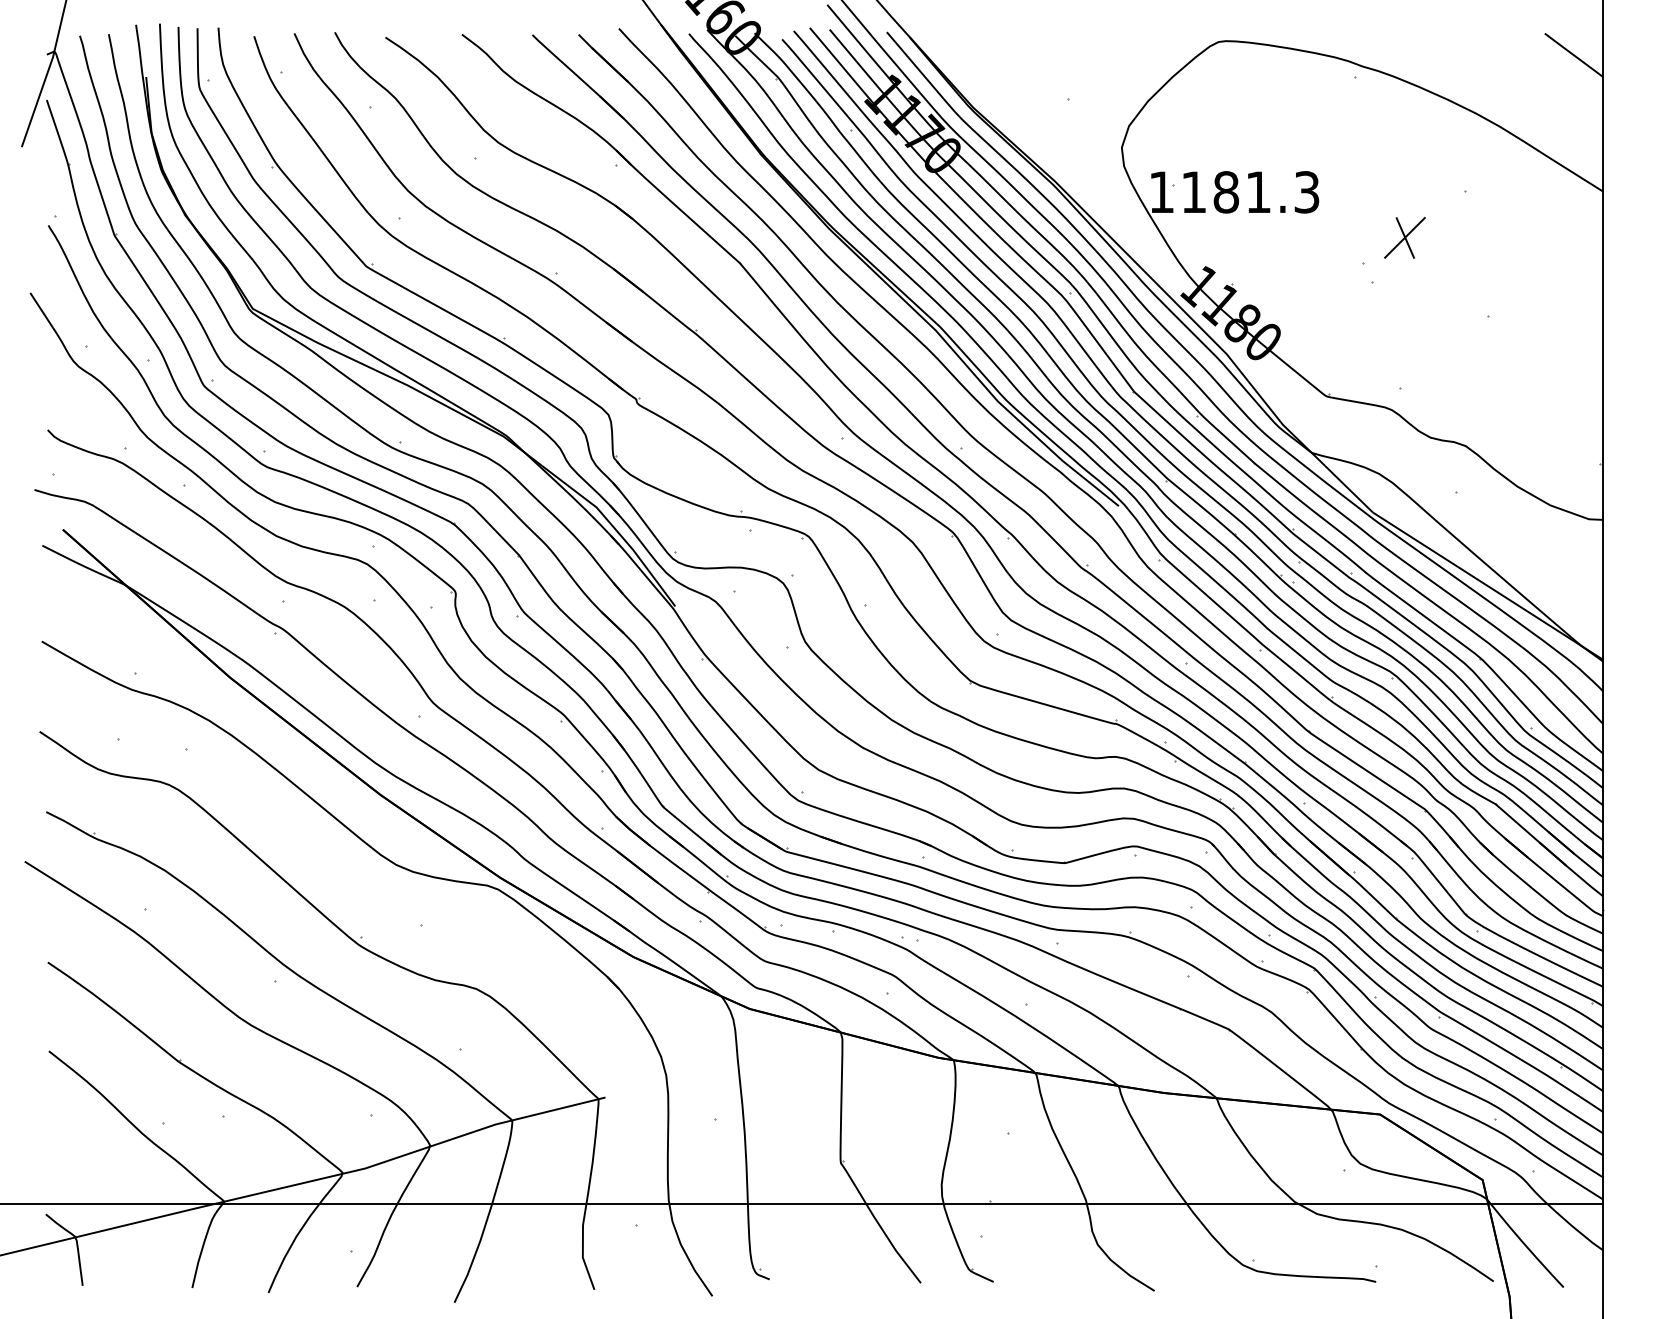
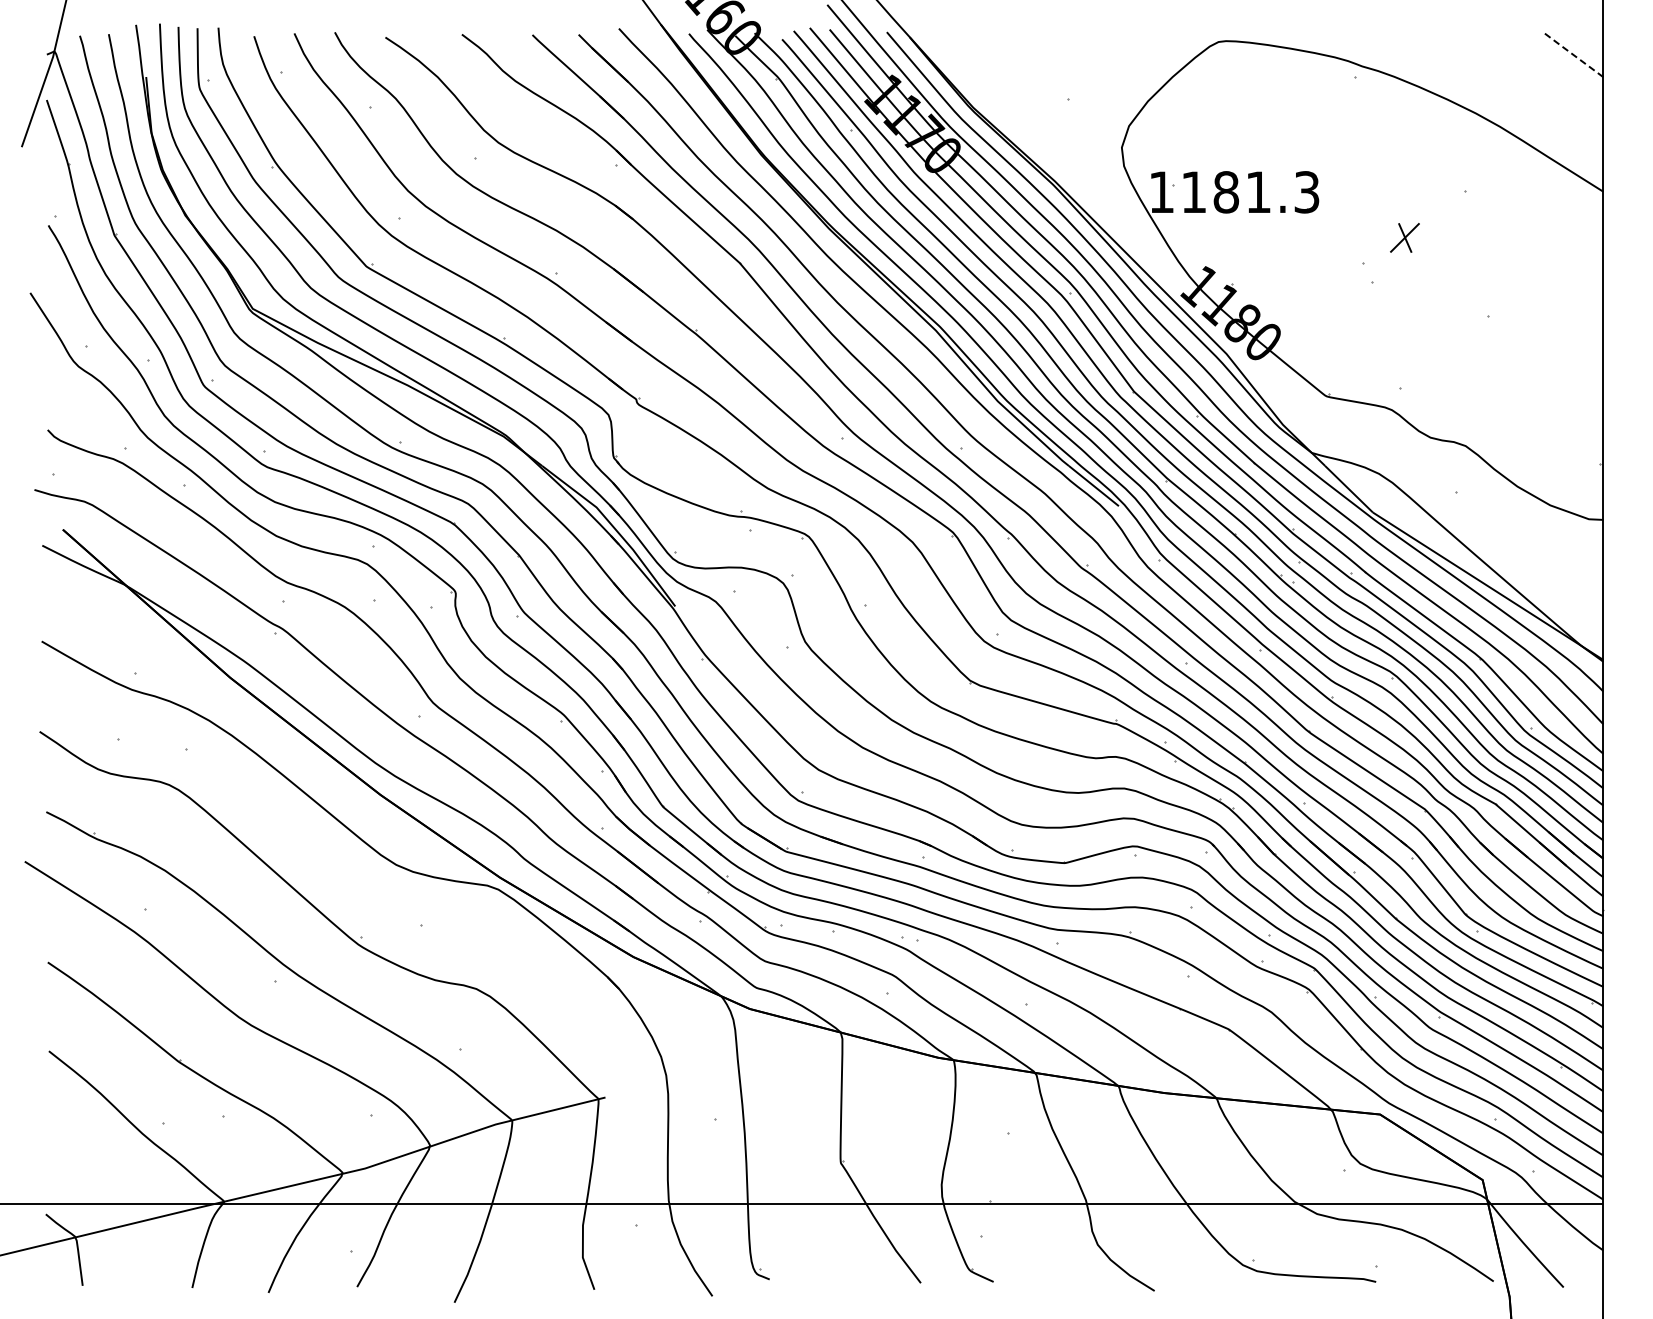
line at (1573, 55): solid -> dashed
part at (1404, 237) size: 42x42 px -> 30x30 px
